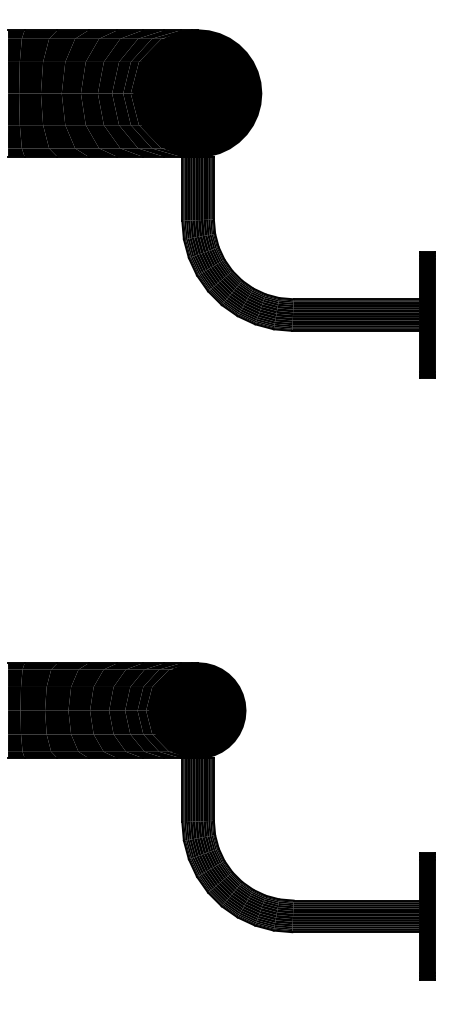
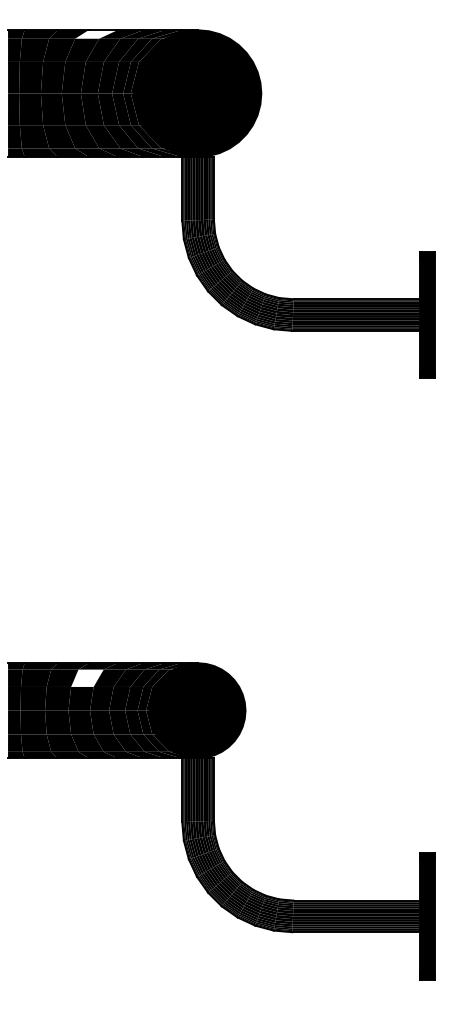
fill at (96, 34): present -> none
fill at (87, 677): present -> none
